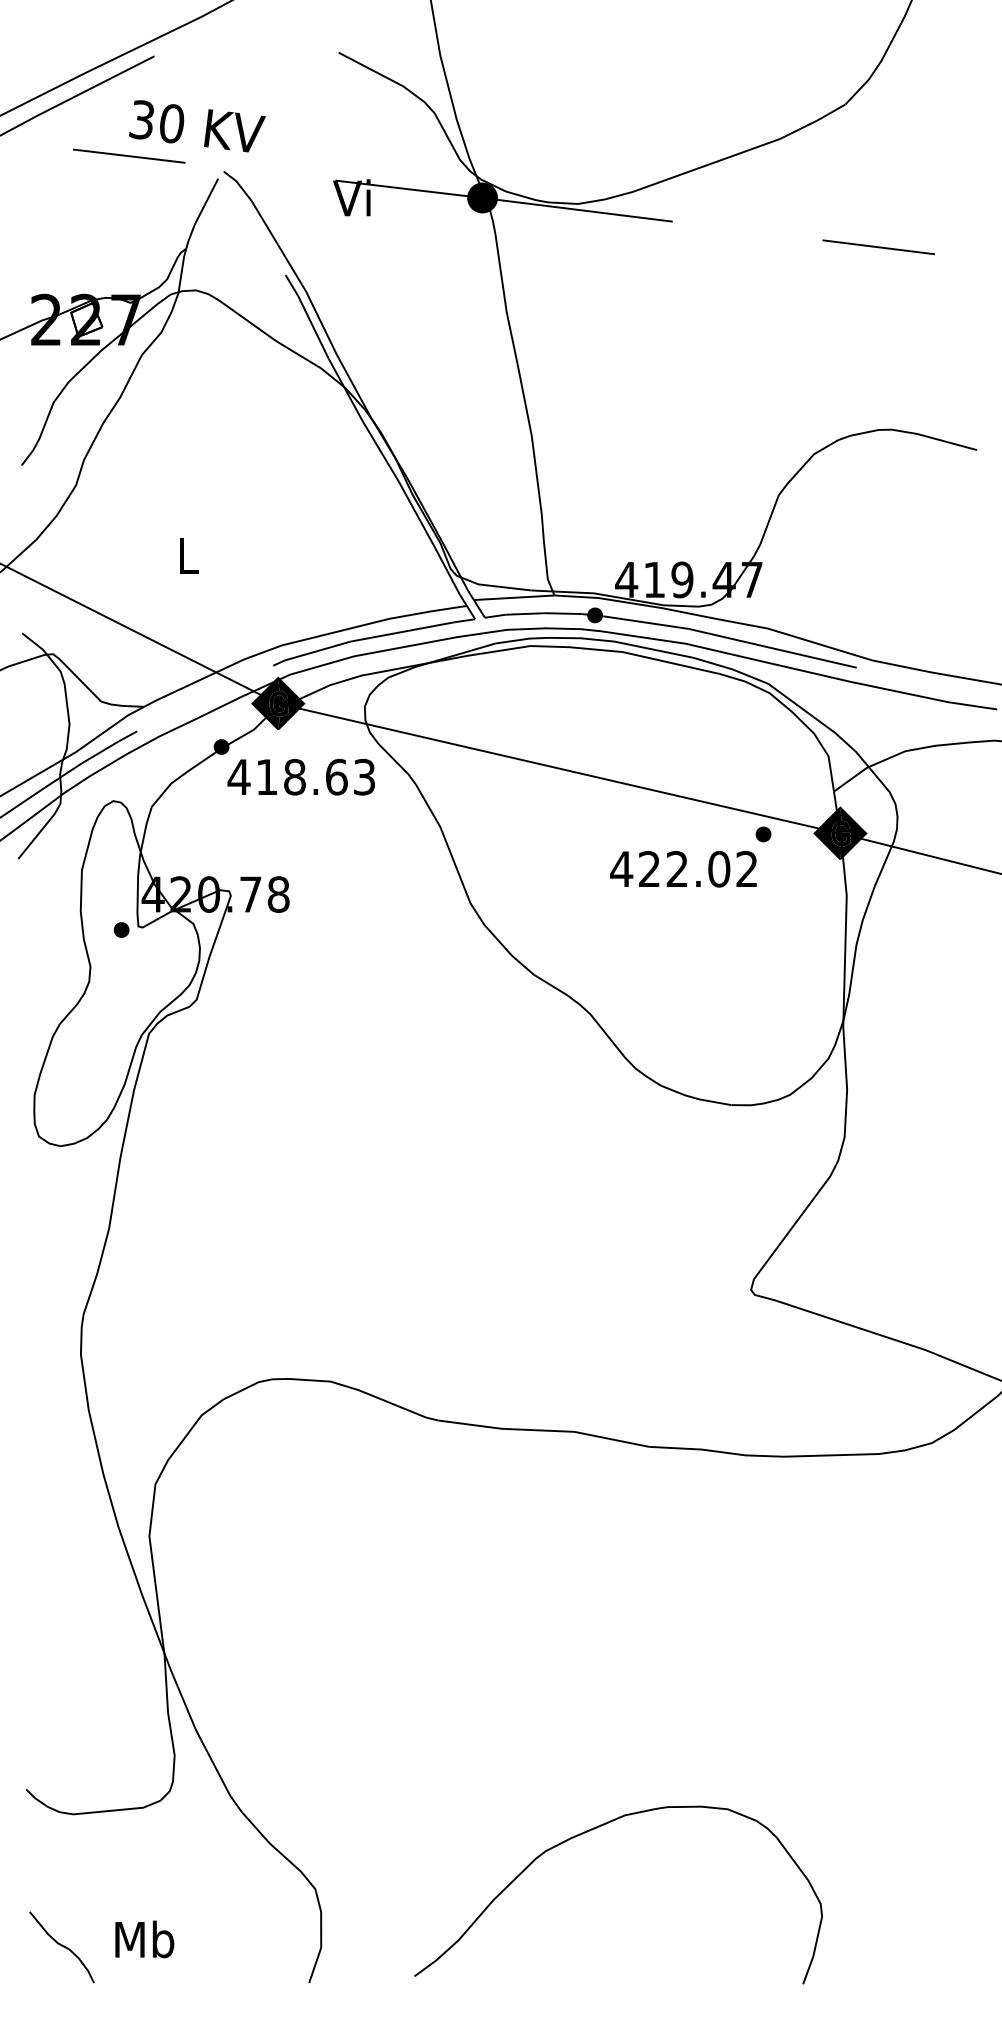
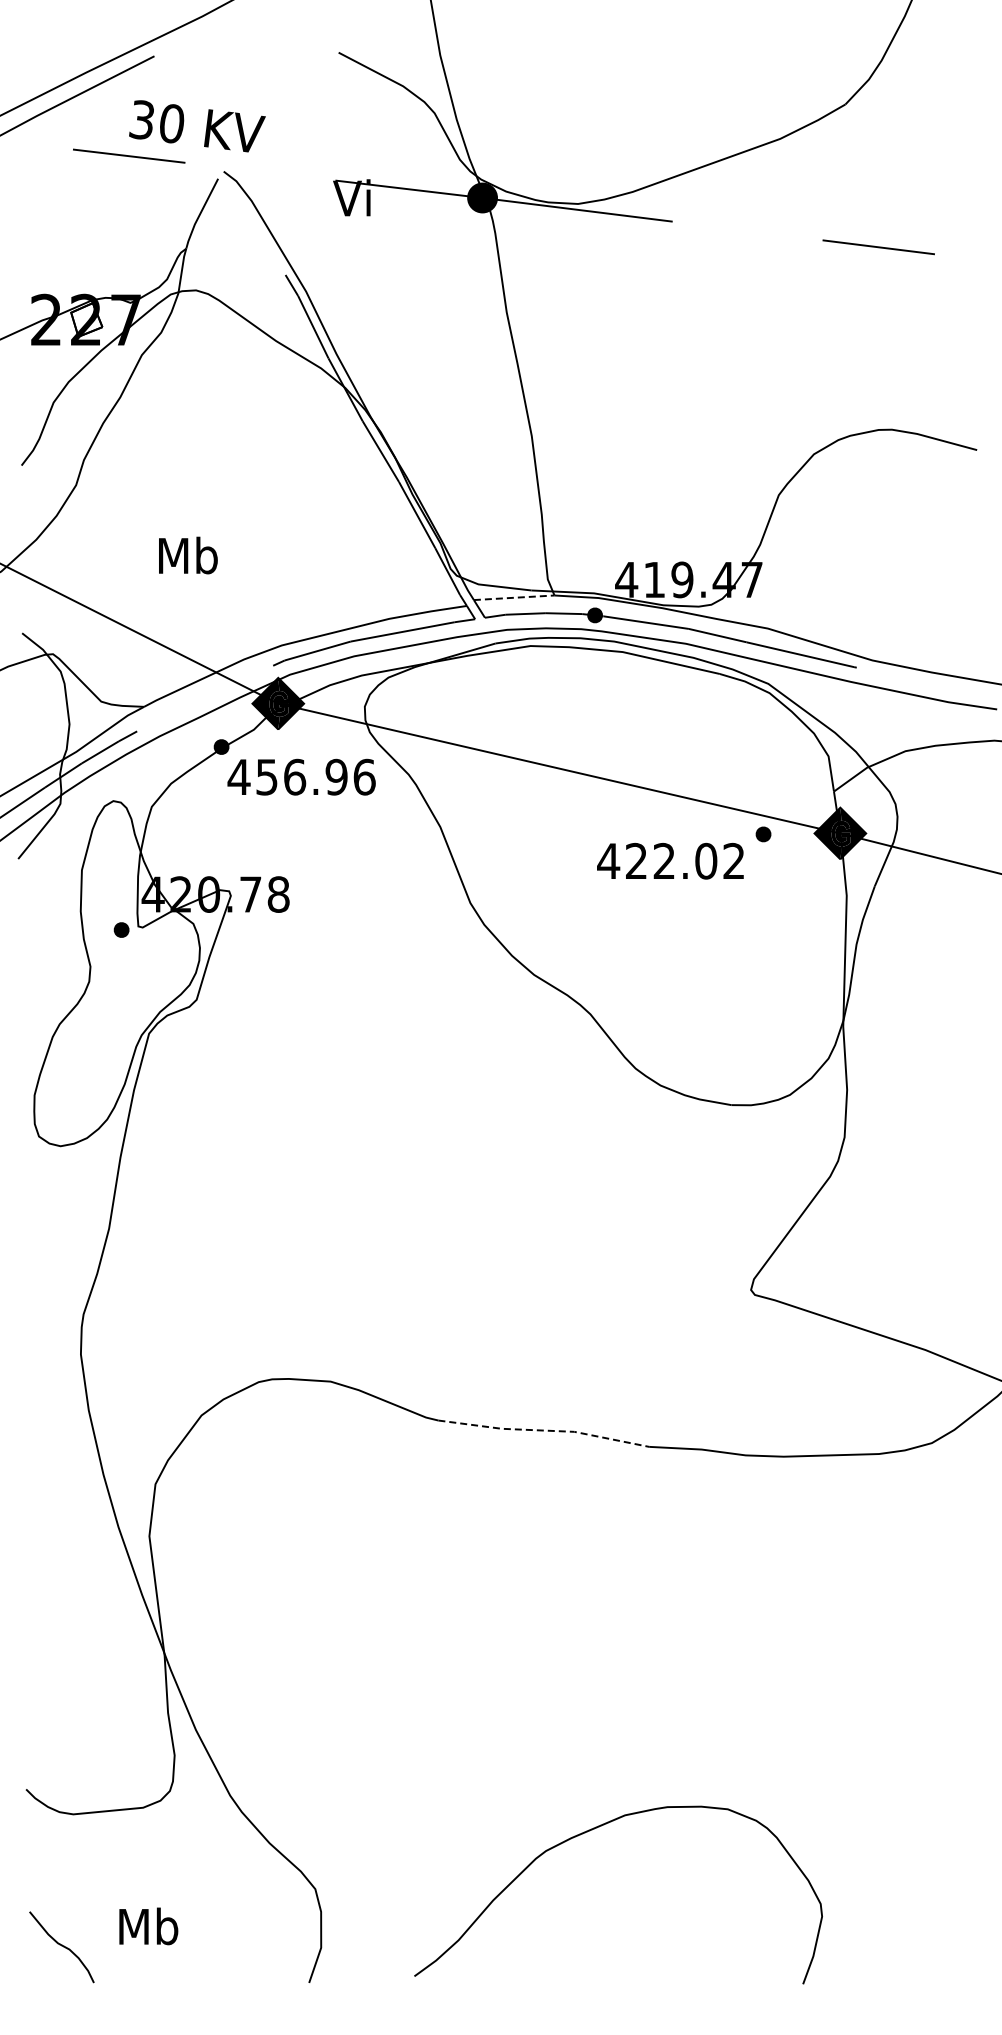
text at (188, 555): L -> Mb
line at (514, 597): solid -> dashed
text at (315, 776): 418.63 -> 456.96
text at (683, 868) position: (683, 868) -> (670, 860)
line at (544, 1430): solid -> dashed
text at (144, 1939) position: (144, 1939) -> (148, 1926)
